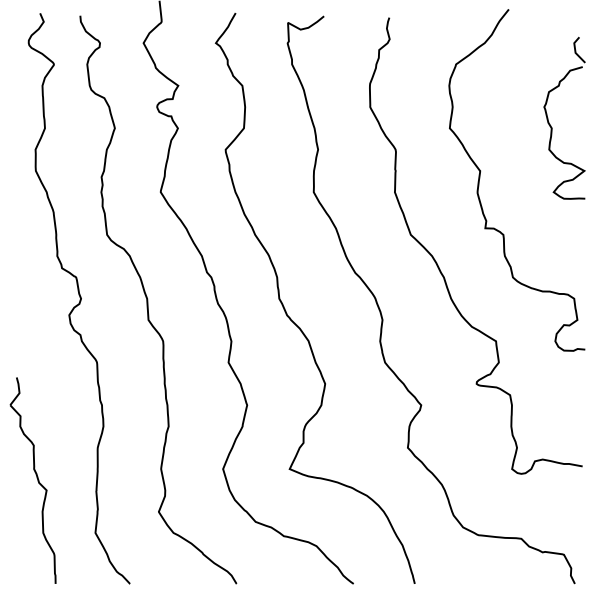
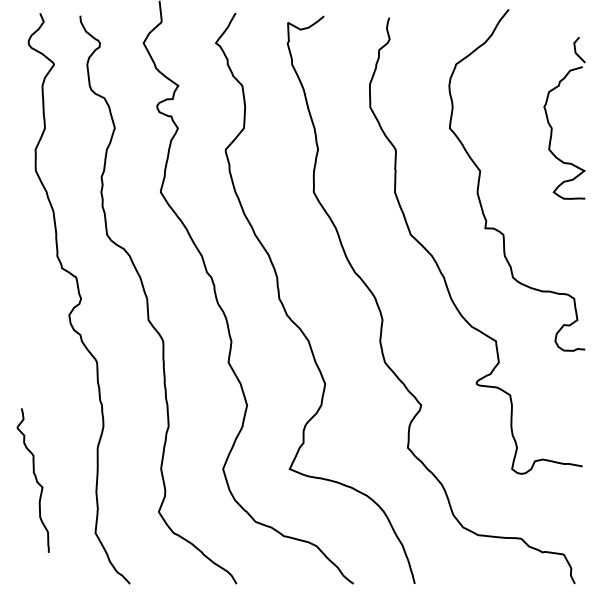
part at (32, 480) size: 48x207 px -> 34x145 px
